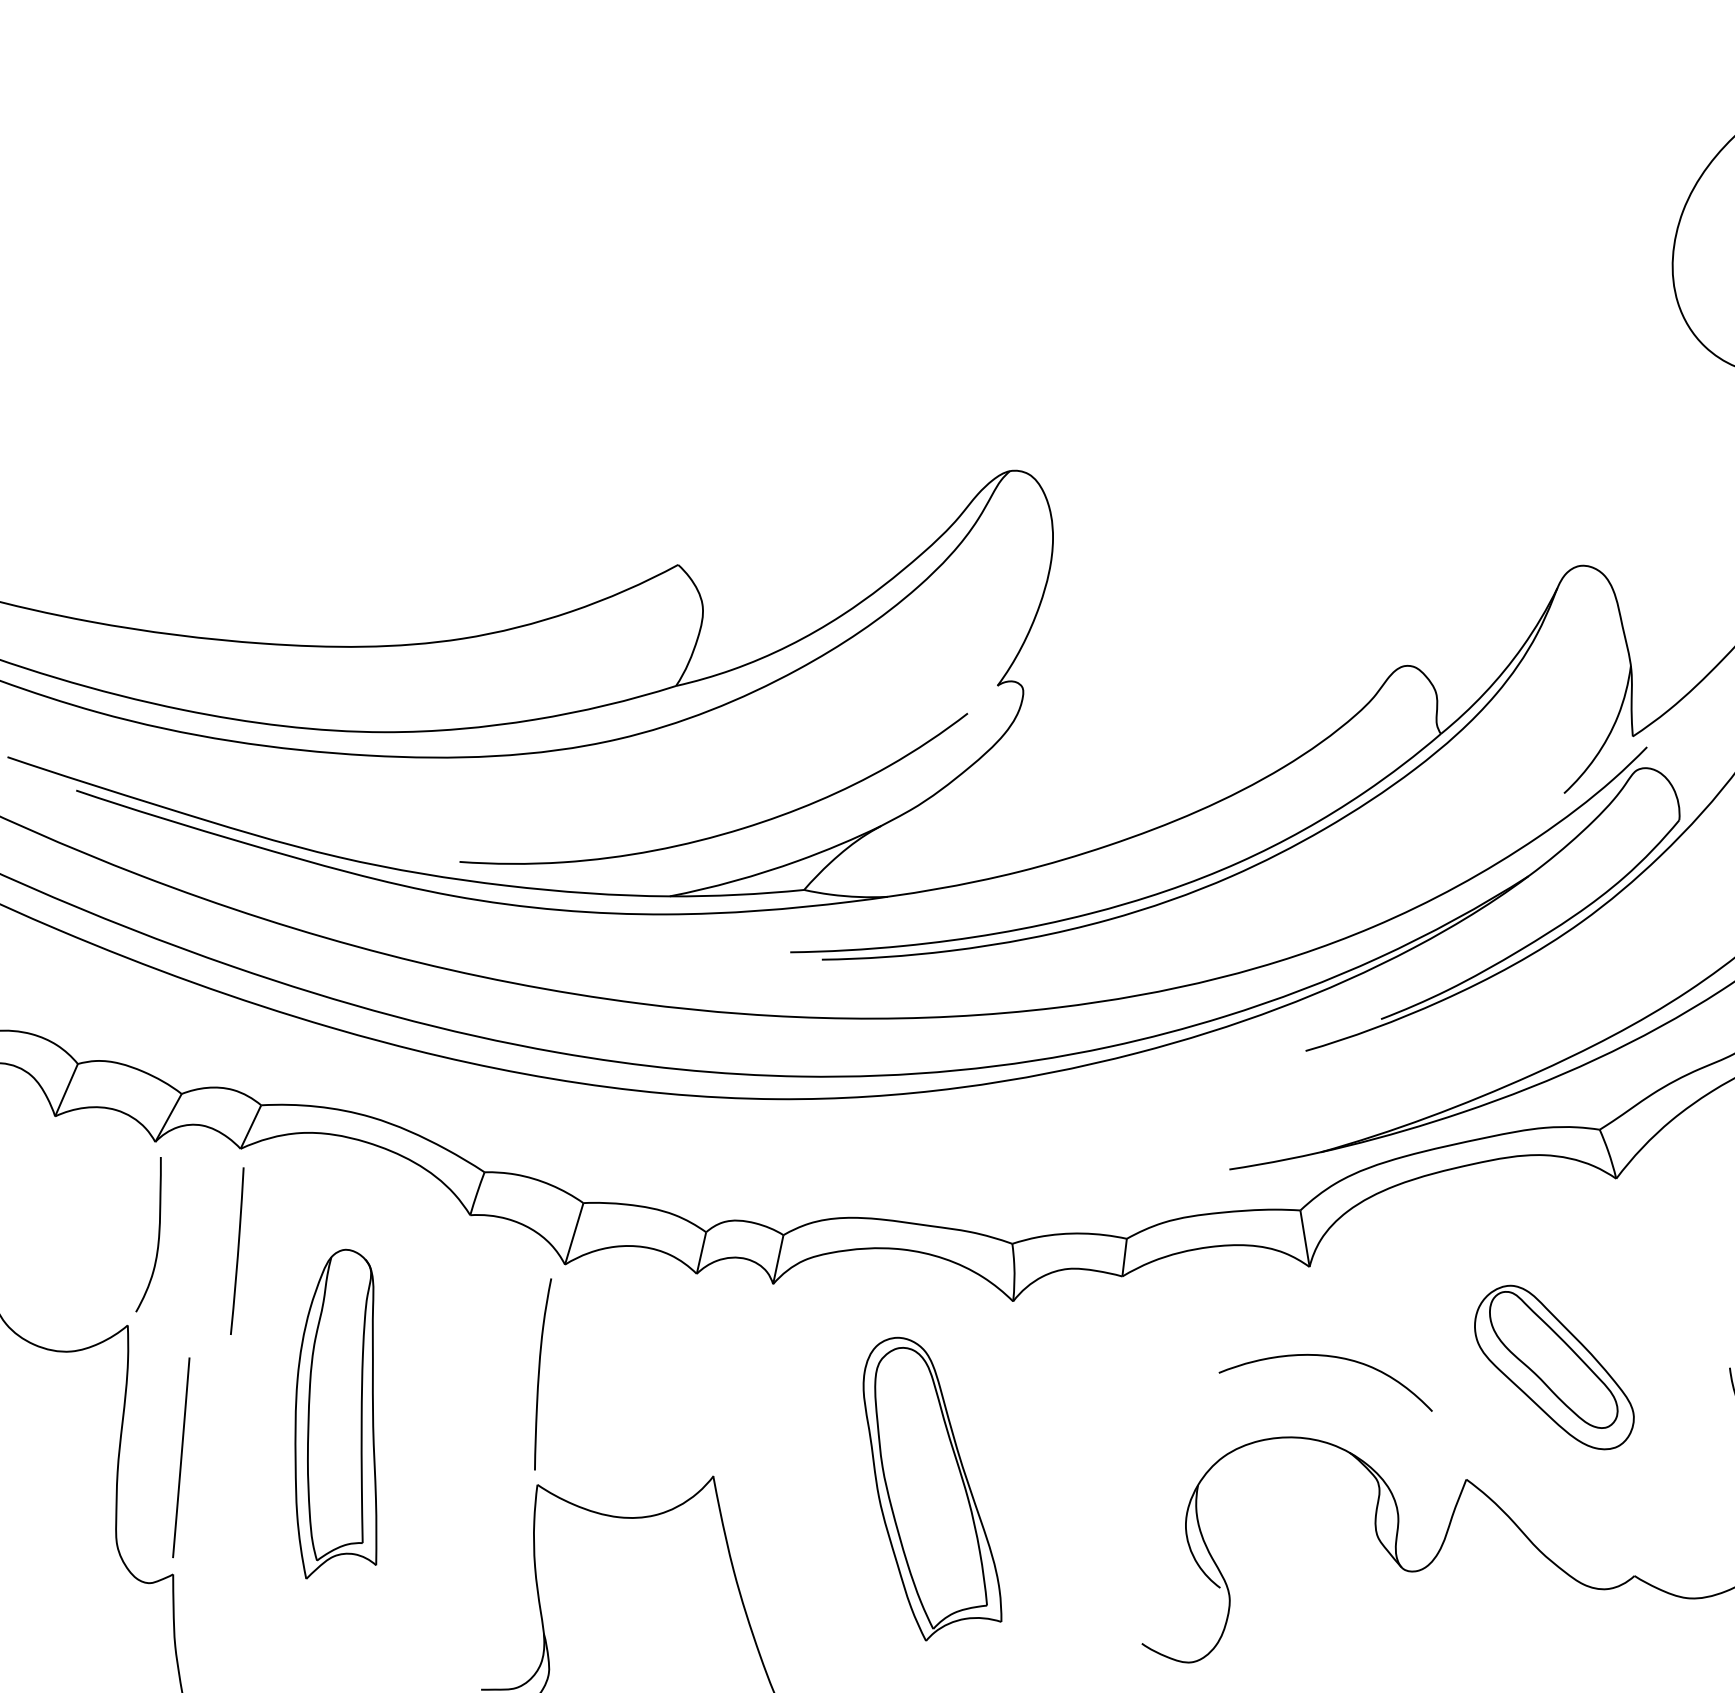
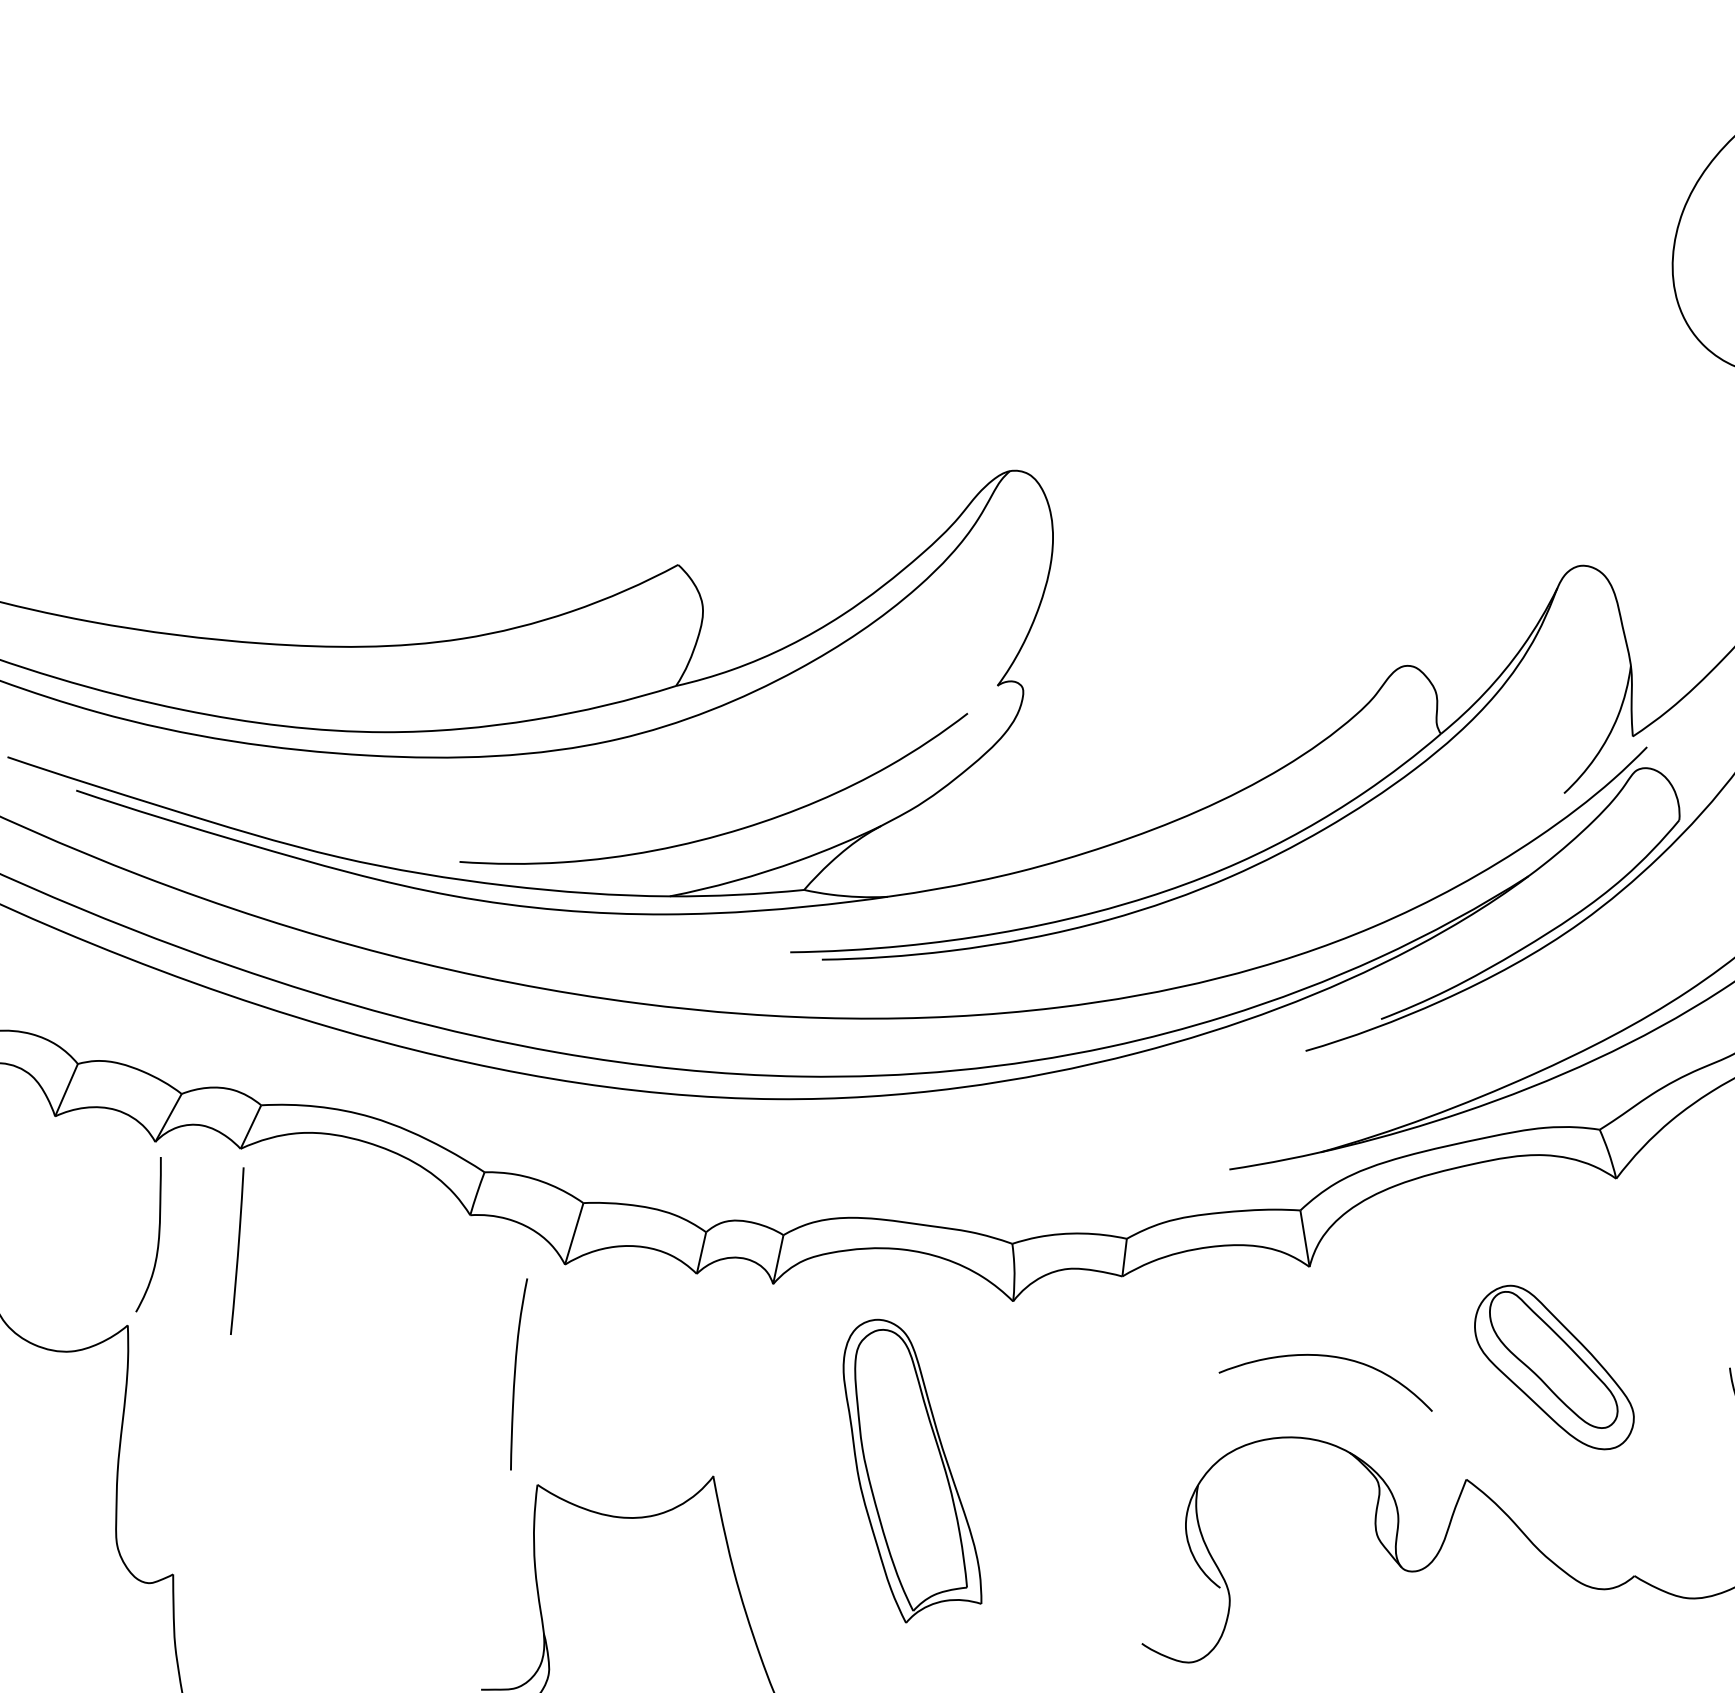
curve at (539, 1374) position: (539, 1374) -> (515, 1374)
part at (335, 1413): present -> none
line at (181, 1457): present -> none
part at (932, 1488) position: (932, 1488) -> (912, 1470)
